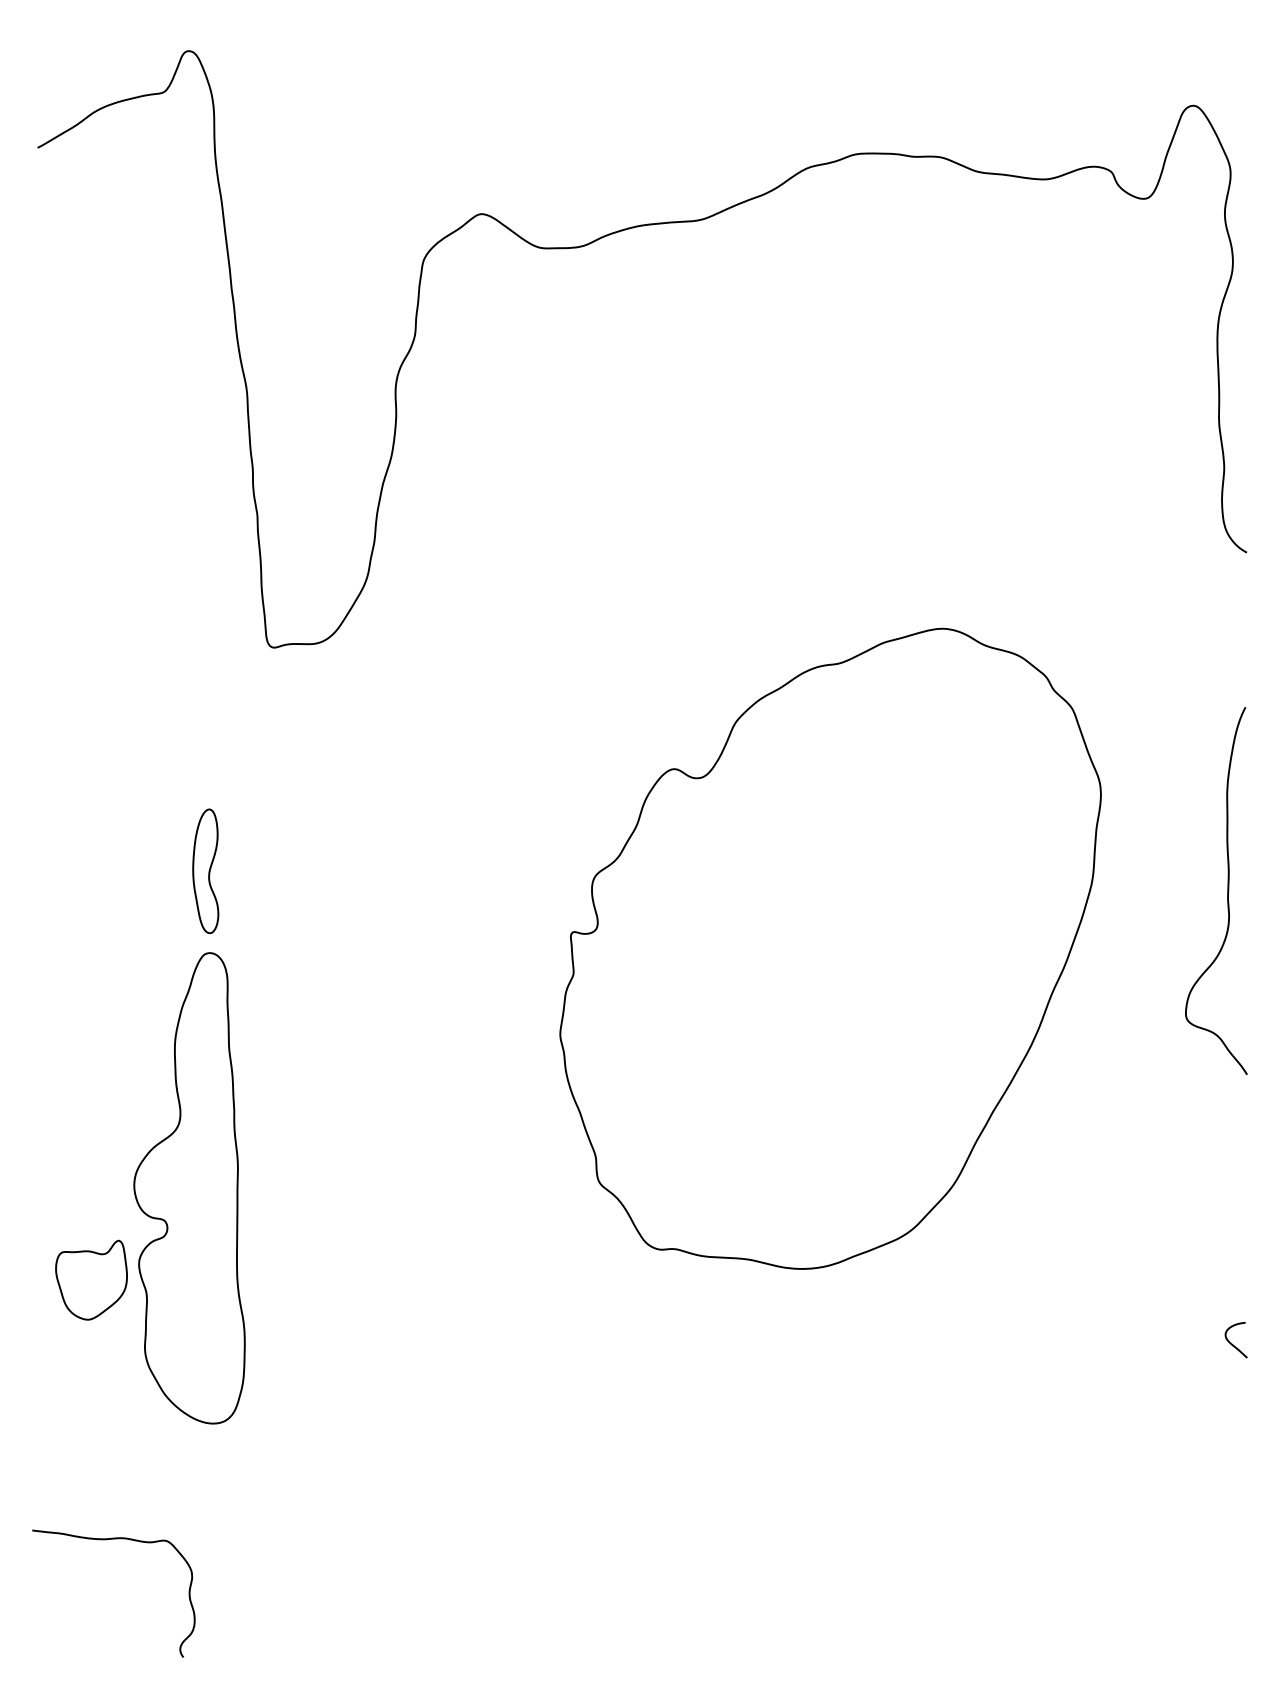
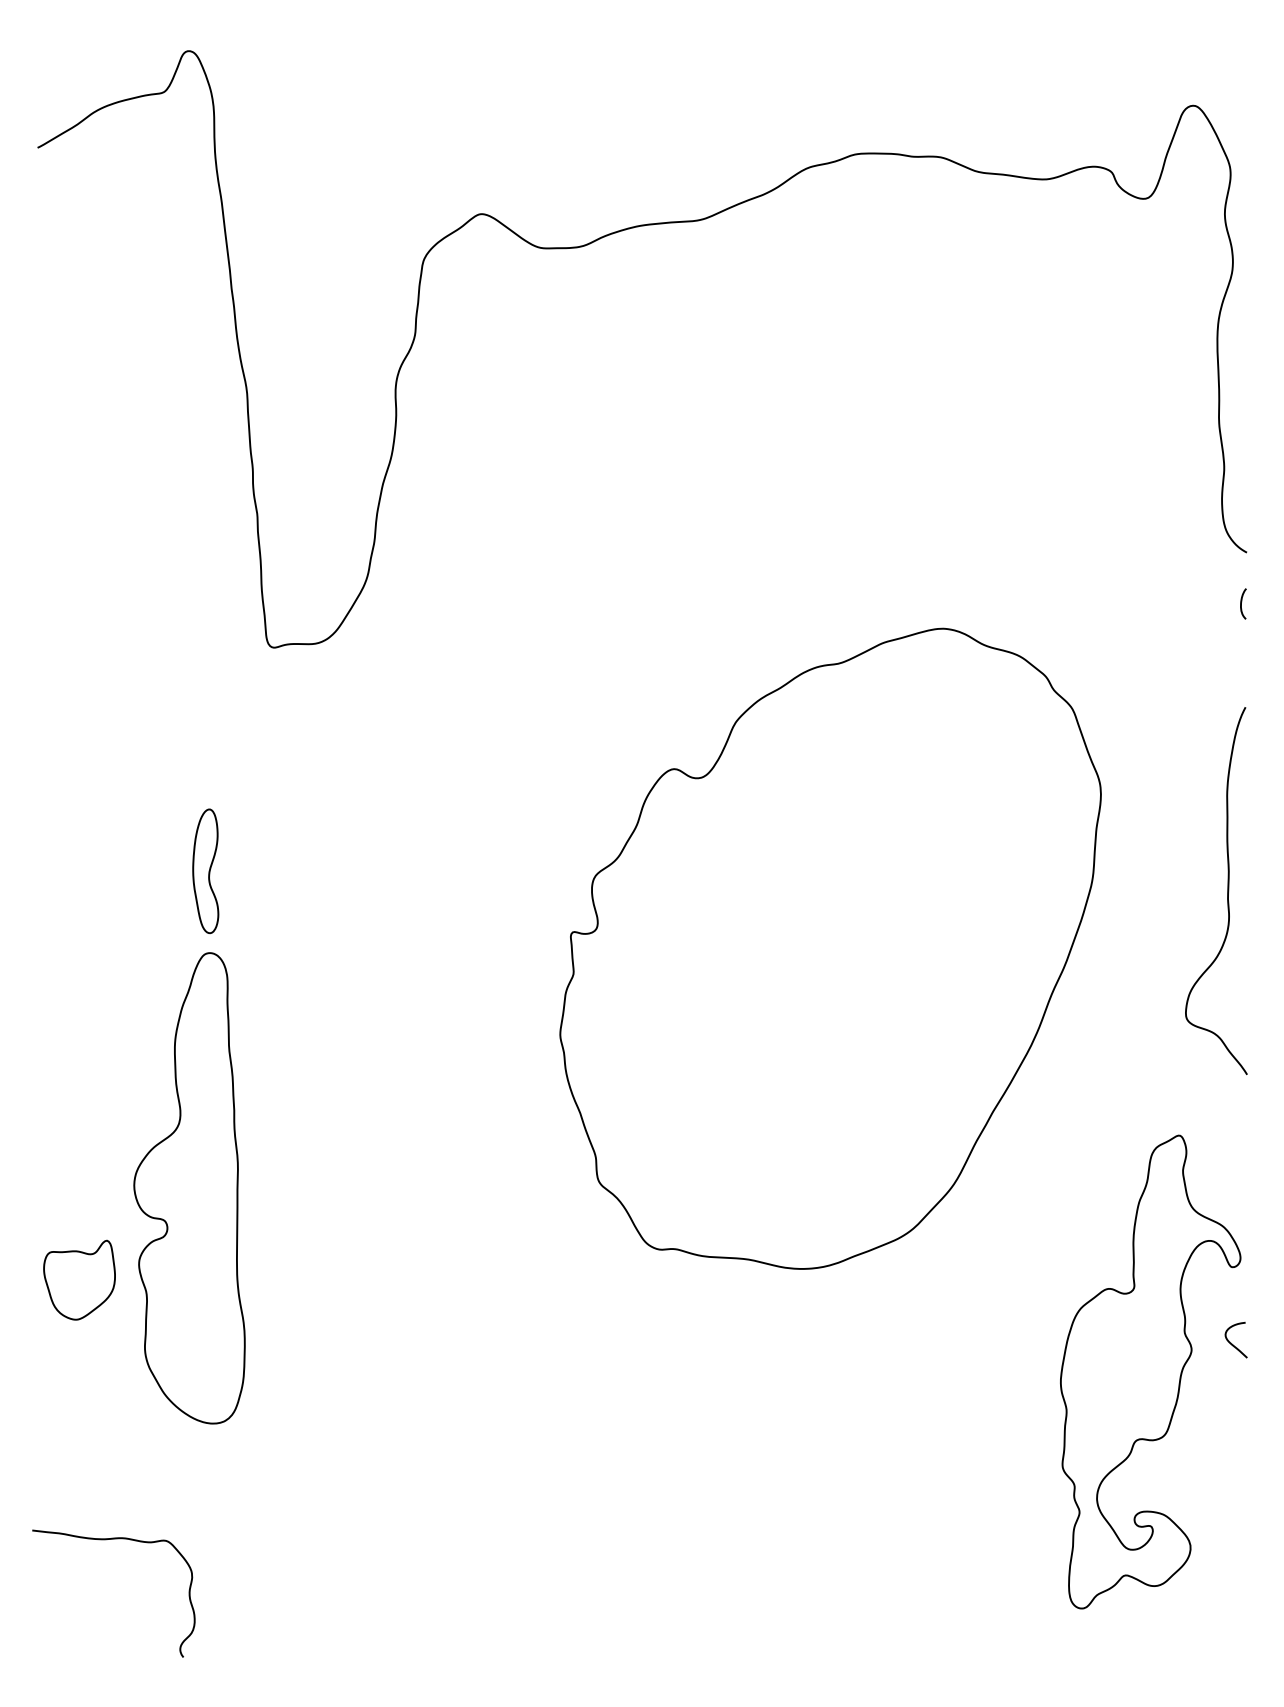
curve at (1241, 603): none -> present
part at (91, 1279) position: (91, 1279) -> (79, 1279)
part at (1150, 1371): none -> present
